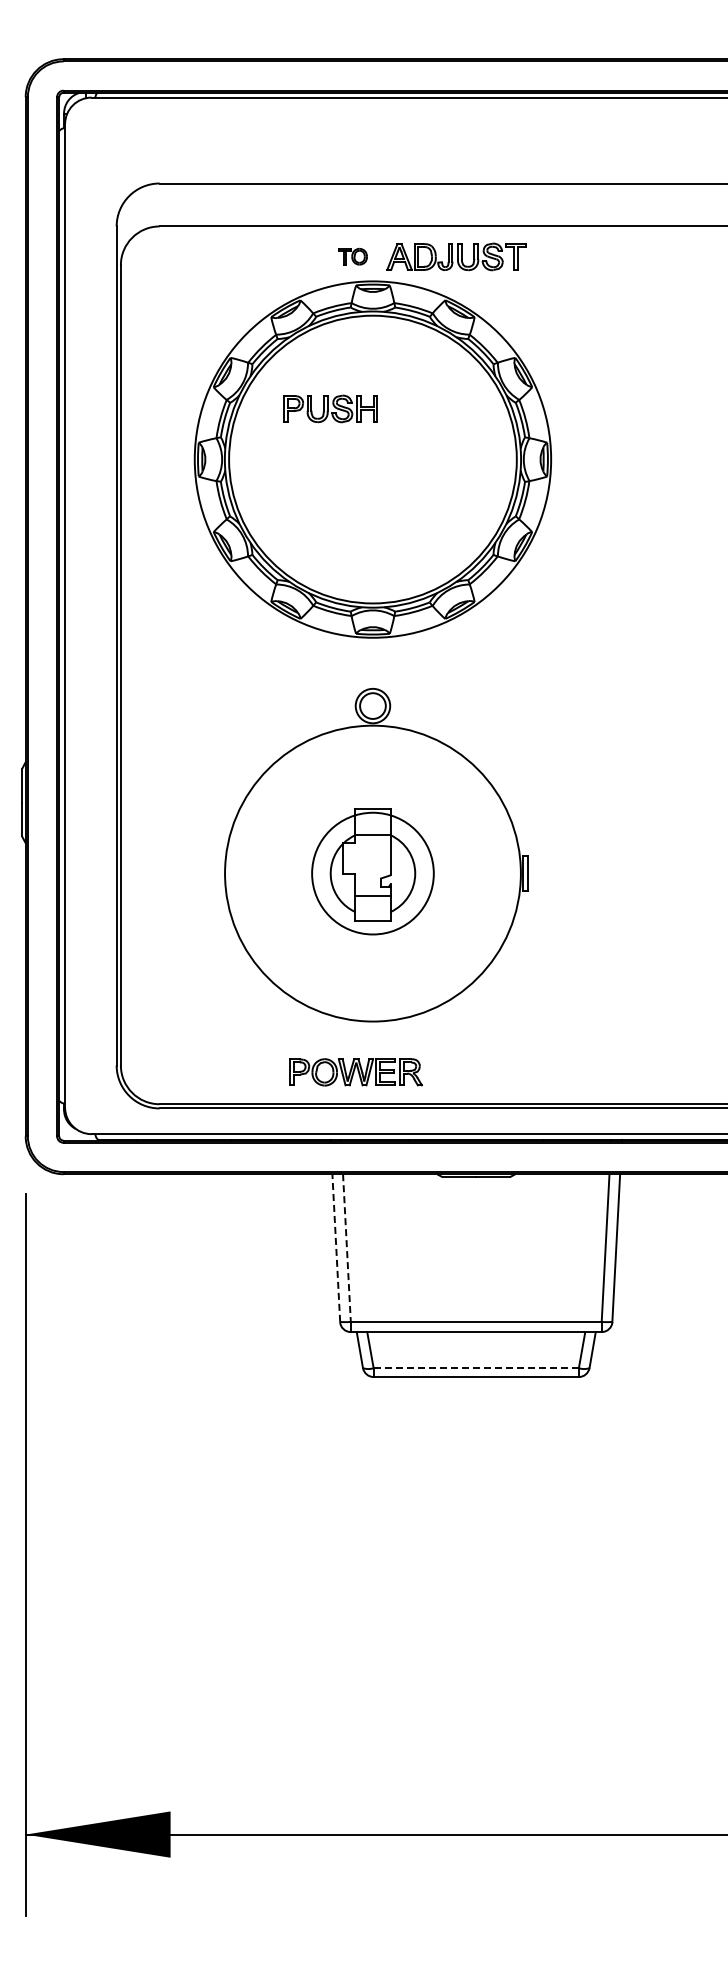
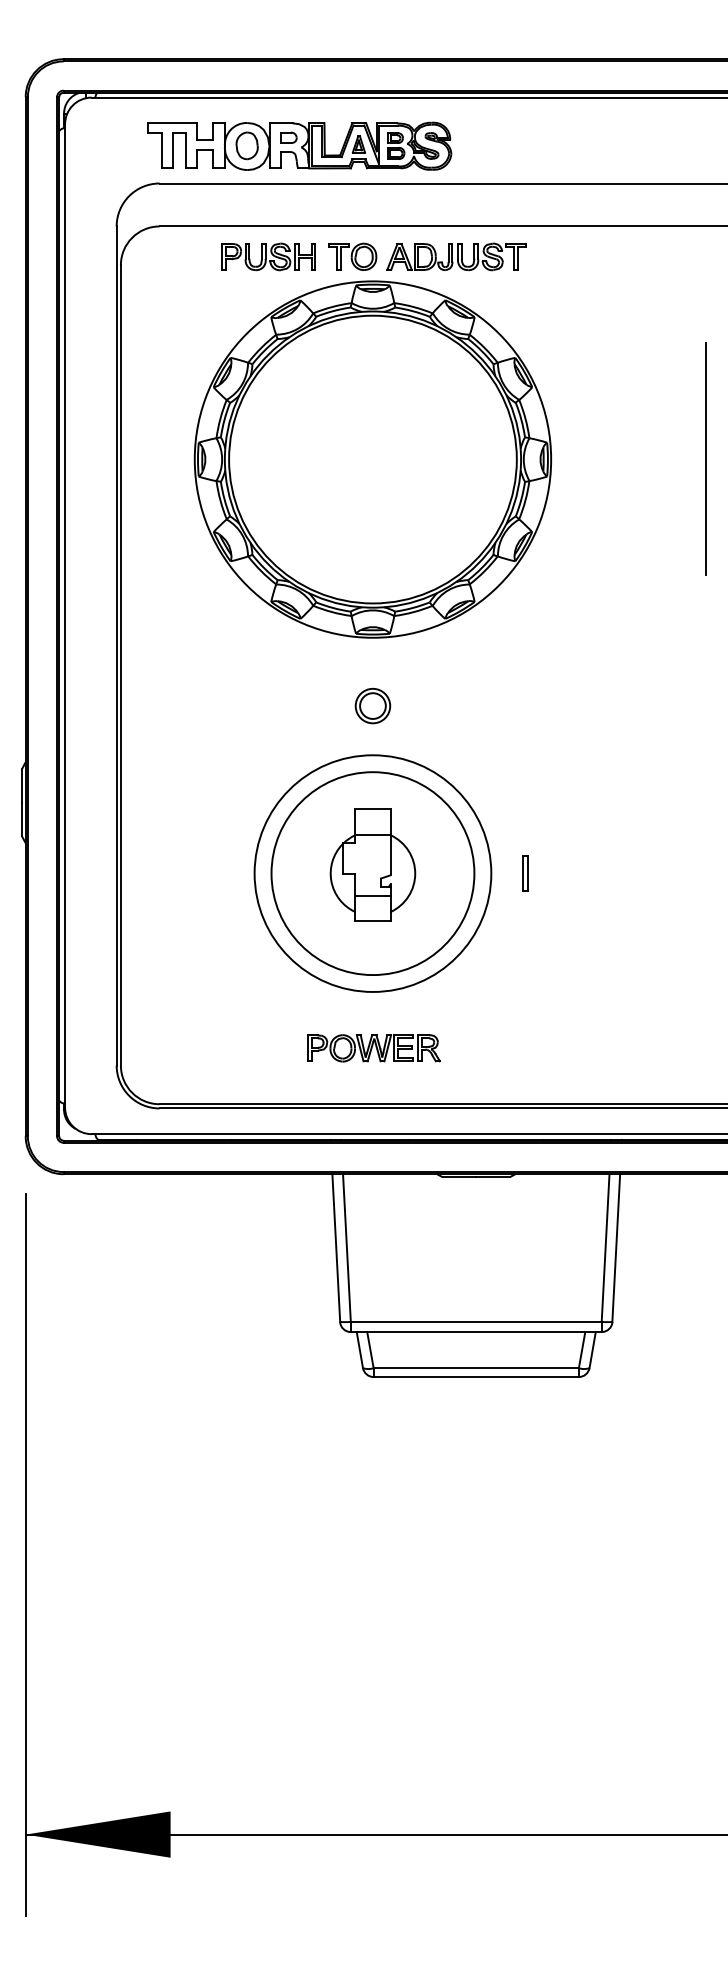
part at (299, 145): none -> present
part at (352, 256) size: 30x19 px -> 50x29 px
part at (330, 408) position: (330, 408) -> (268, 256)
line at (706, 458): none -> present
circle at (372, 873) diameter: 122 px -> 203 px
circle at (372, 873) diameter: 296 px -> 237 px
part at (355, 1072) position: (355, 1072) -> (373, 1048)
line at (336, 1248): dashed -> solid
line at (346, 1248): dashed -> solid
line at (476, 1368): dashed -> solid
